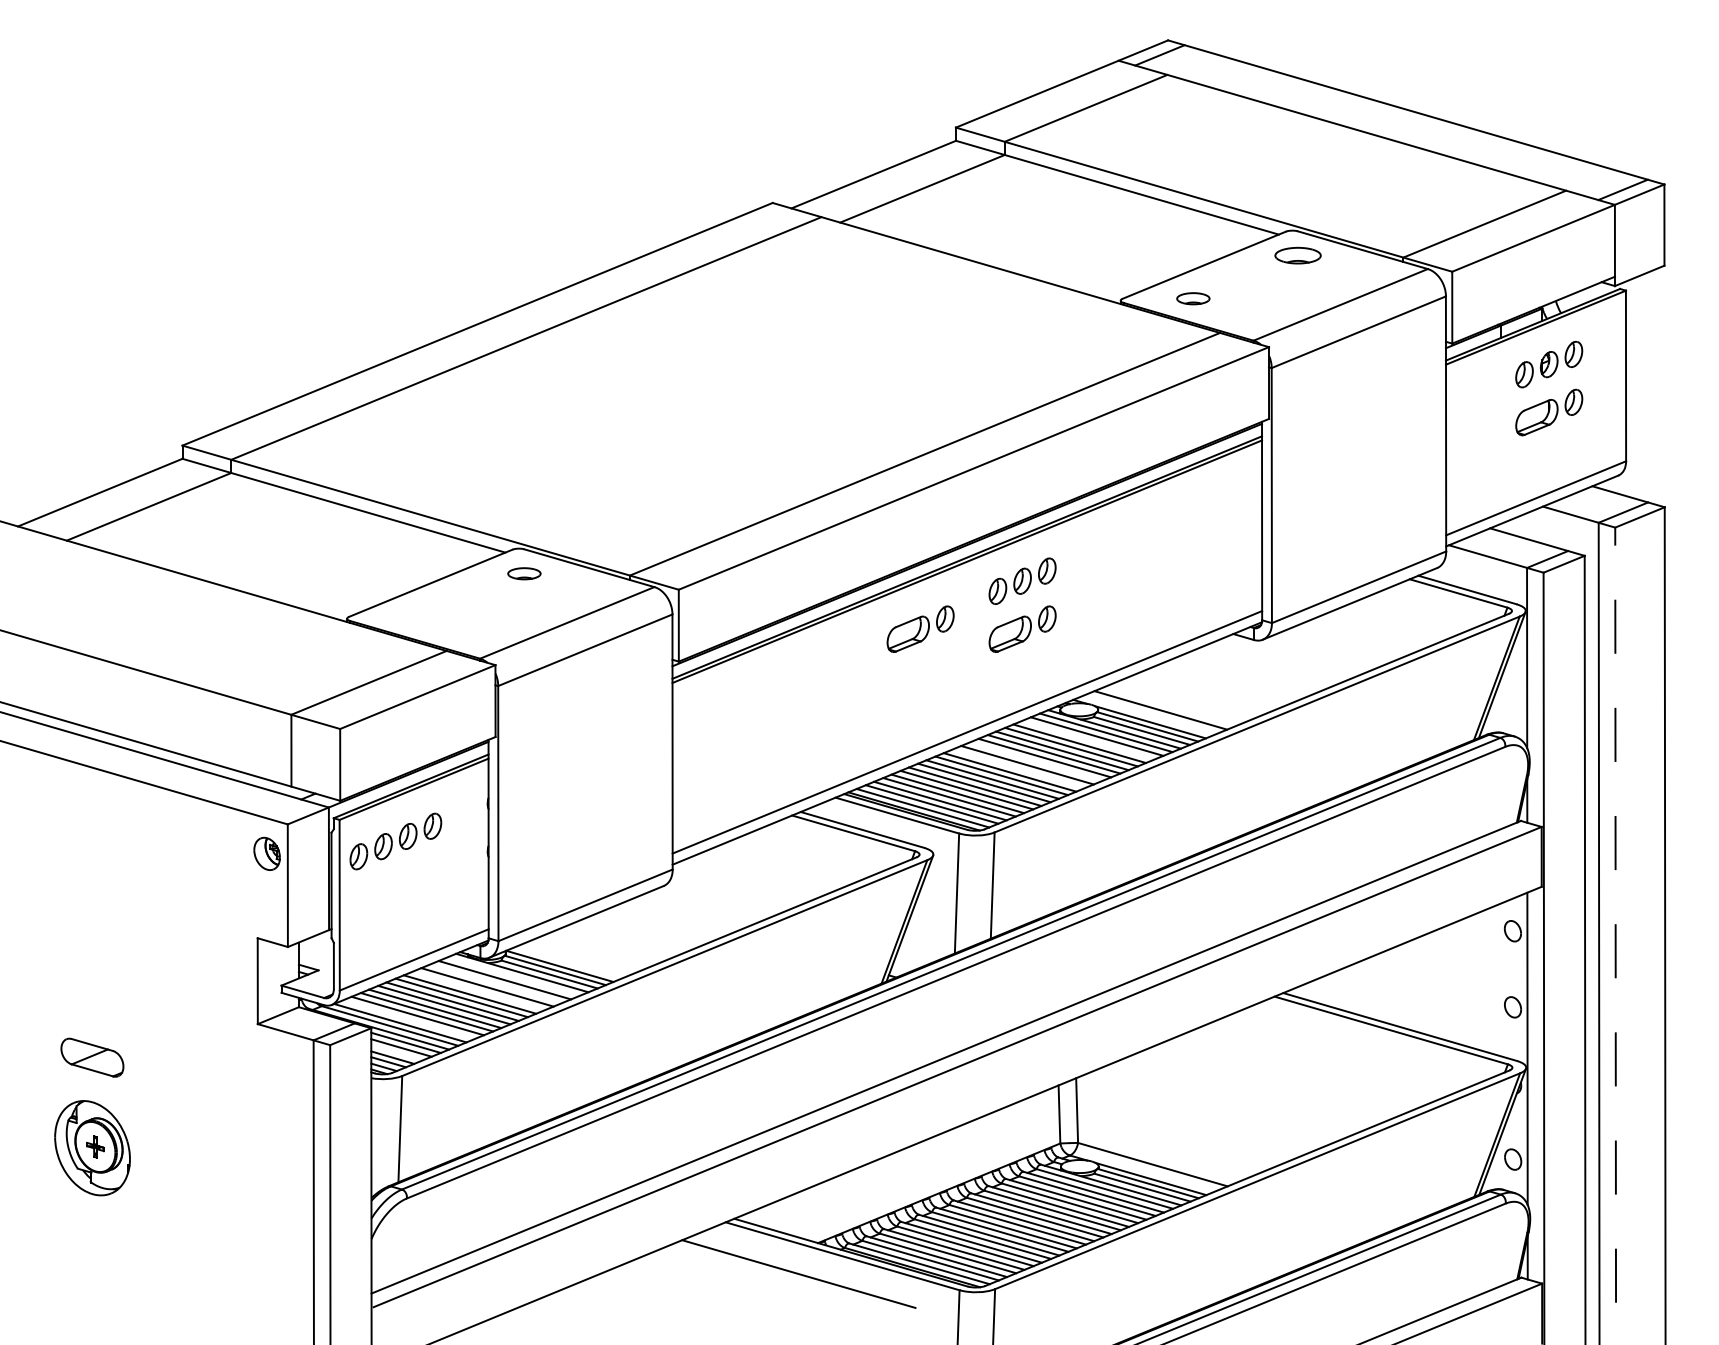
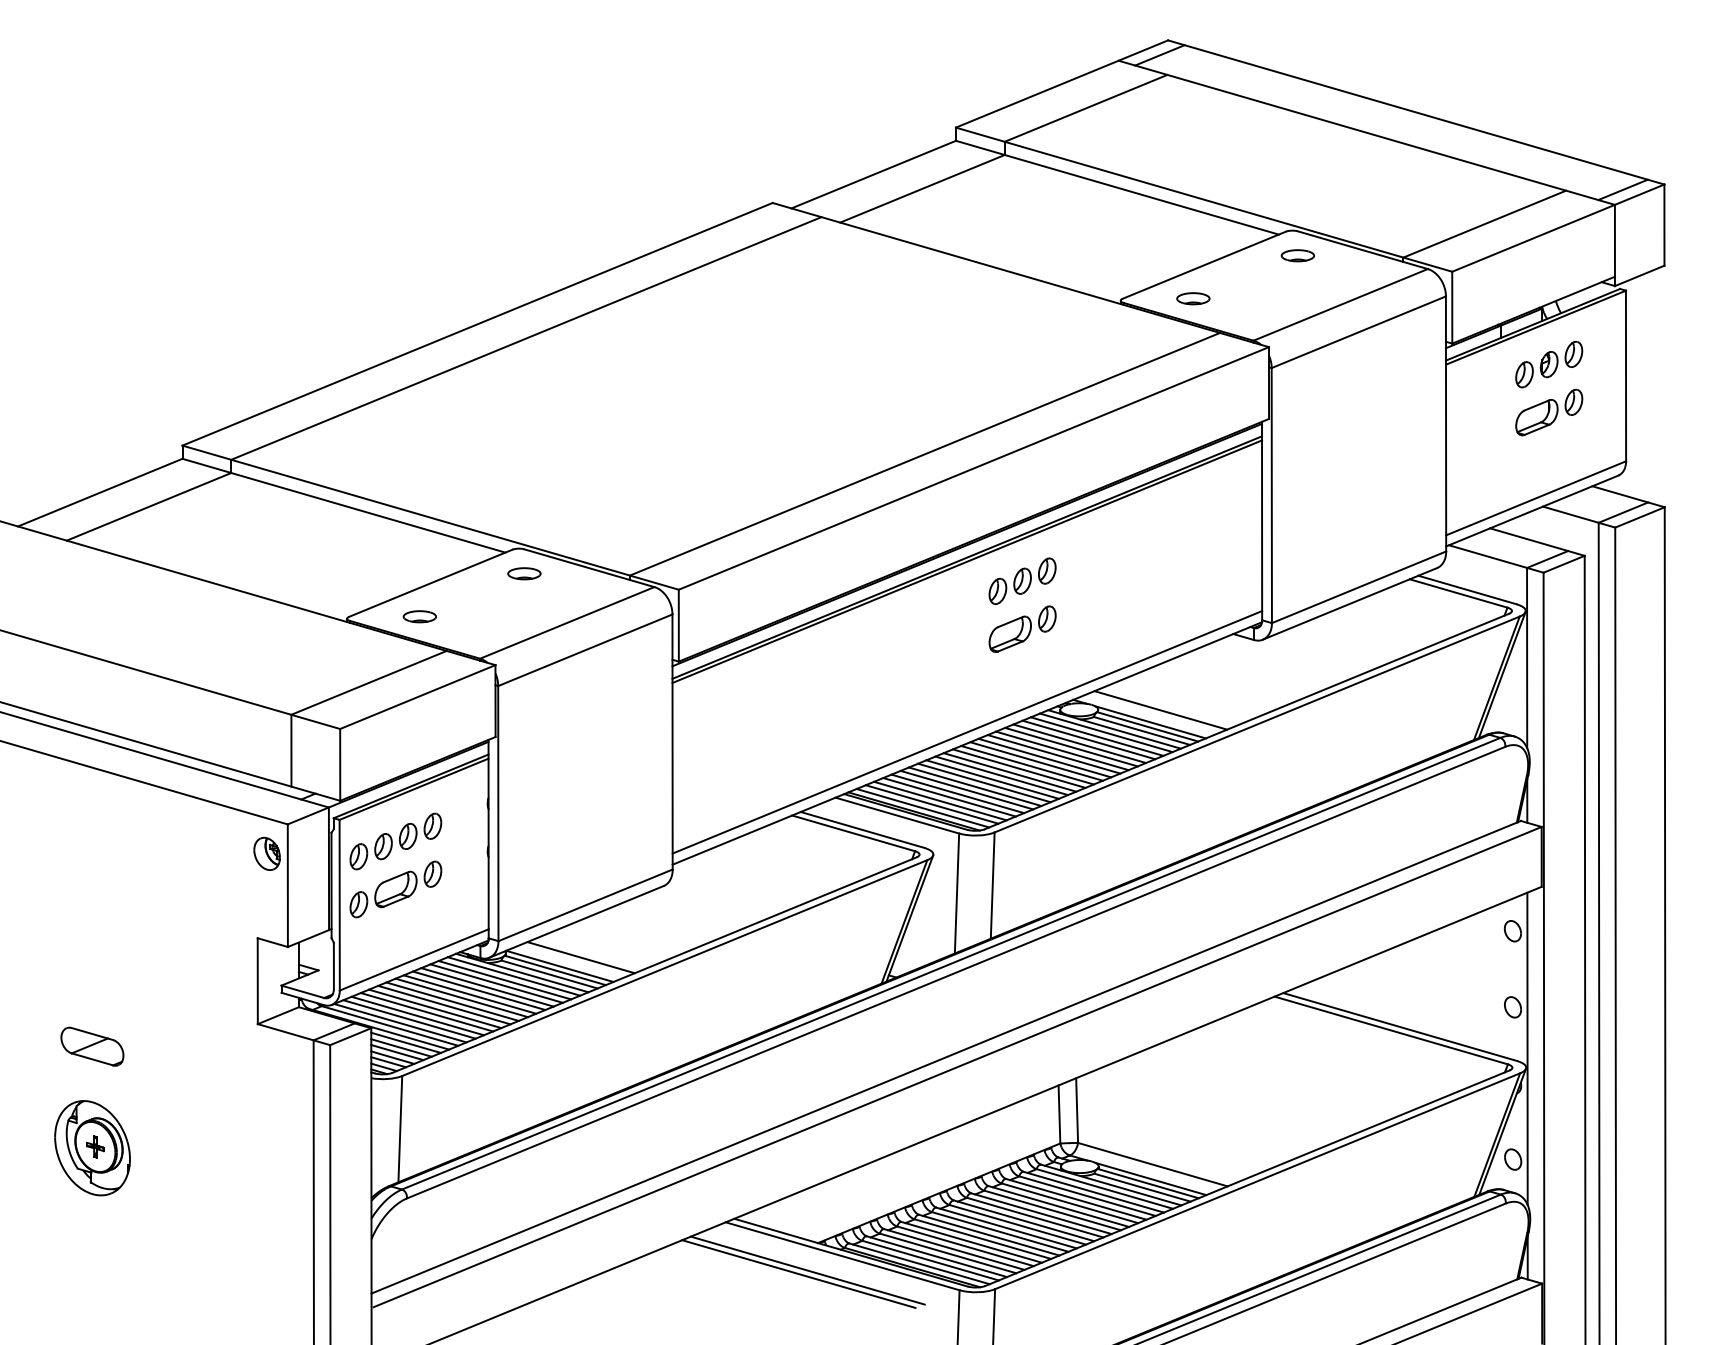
part at (1297, 255) size: 48x19 px -> 35x14 px
part at (419, 616): none -> present
part at (920, 628): present -> none
line at (1088, 739): none -> present
line at (1036, 761): none -> present
line at (1018, 768): none -> present
part at (395, 889): none -> present
line at (1615, 935): dashed -> solid
line at (580, 957): none -> present
line at (513, 976): none -> present
line at (496, 983): none -> present
line at (479, 990): none -> present
line at (409, 1019): none -> present
line at (397, 1052): none -> present
part at (92, 1057) position: (92, 1057) -> (92, 1046)
line at (807, 1270): none -> present
